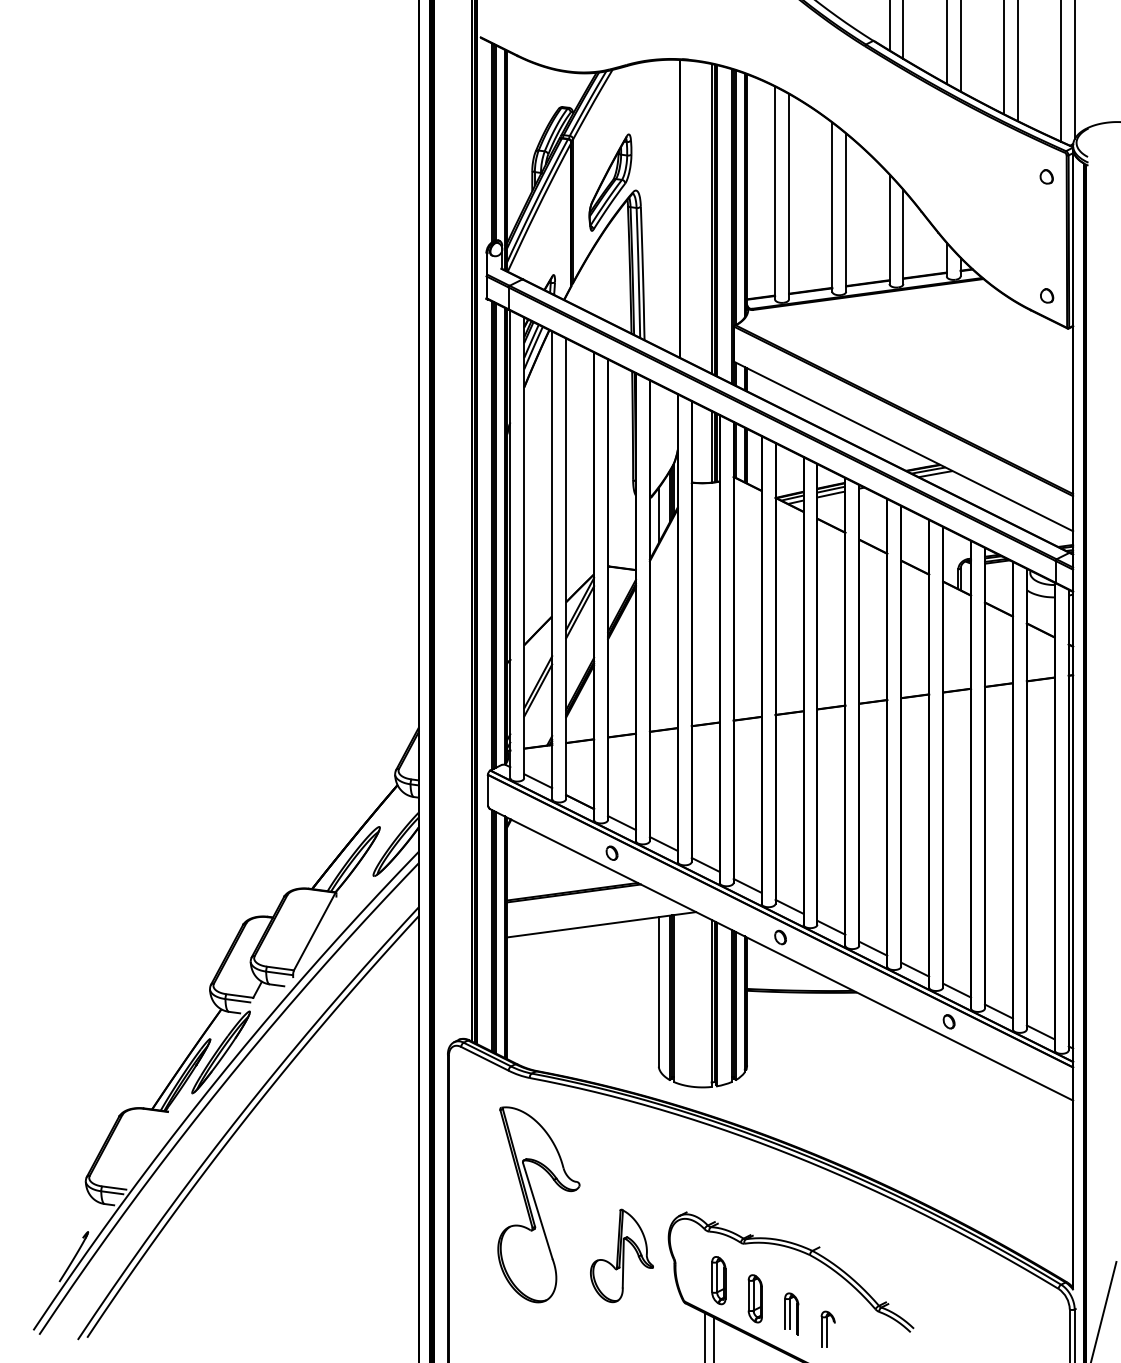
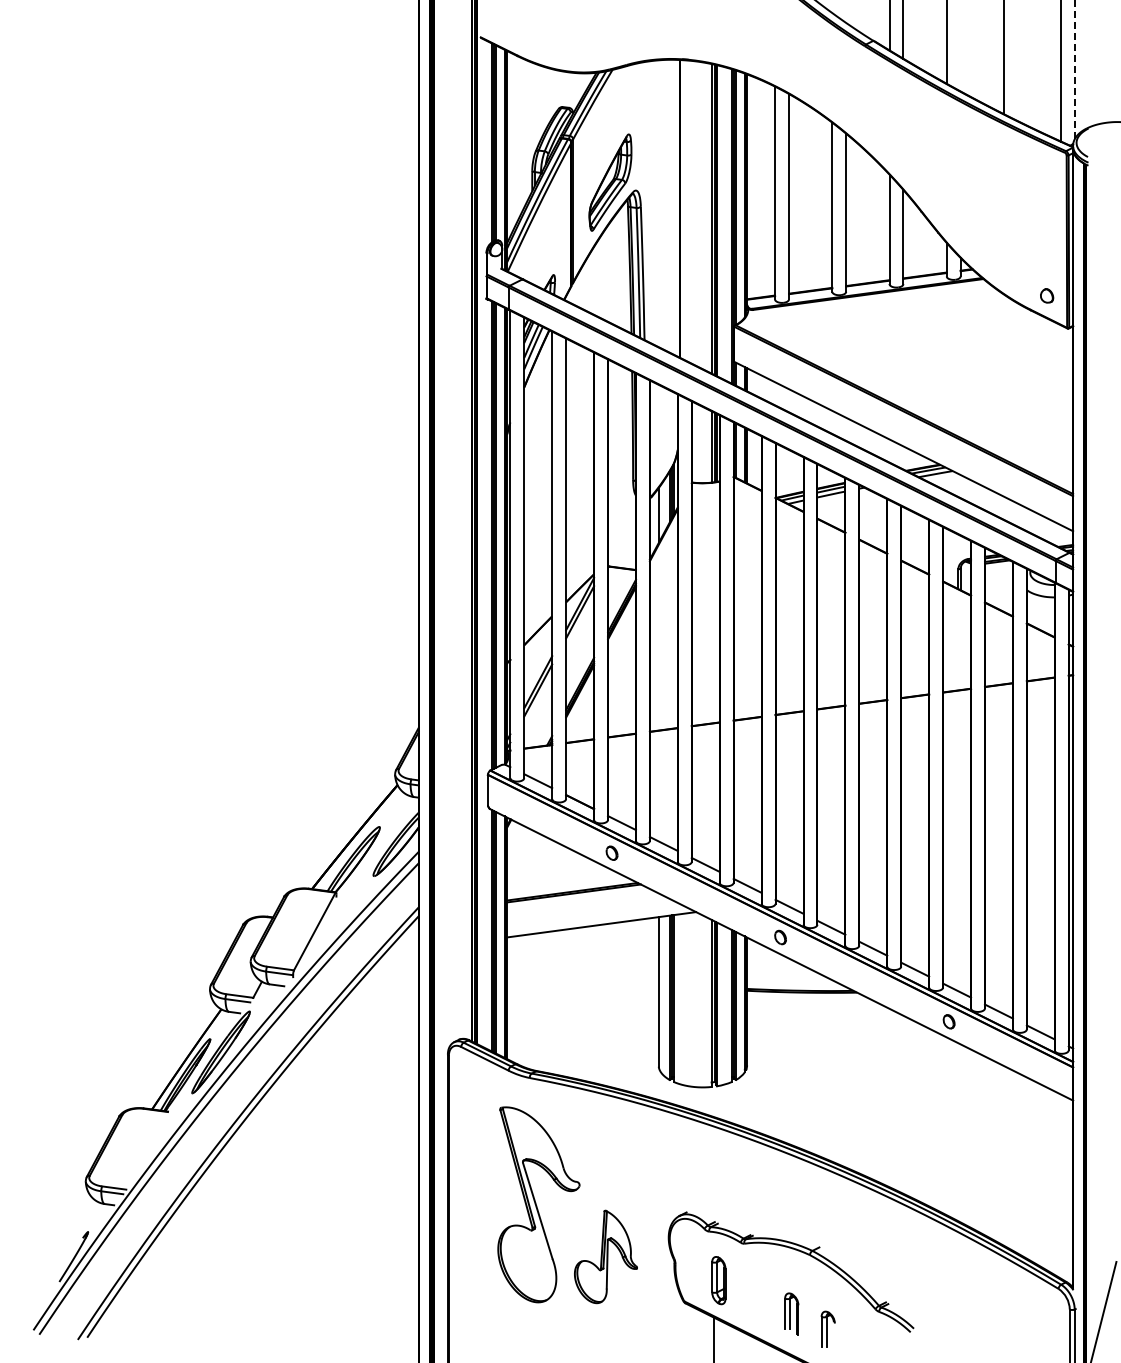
line at (960, 46): present -> none
line at (1017, 61): present -> none
line at (1075, 69): solid -> dashed
part at (1046, 176): present -> none
part at (621, 1255) position: (621, 1255) -> (605, 1256)
part at (754, 1298): present -> none
line at (704, 1336): present -> none
